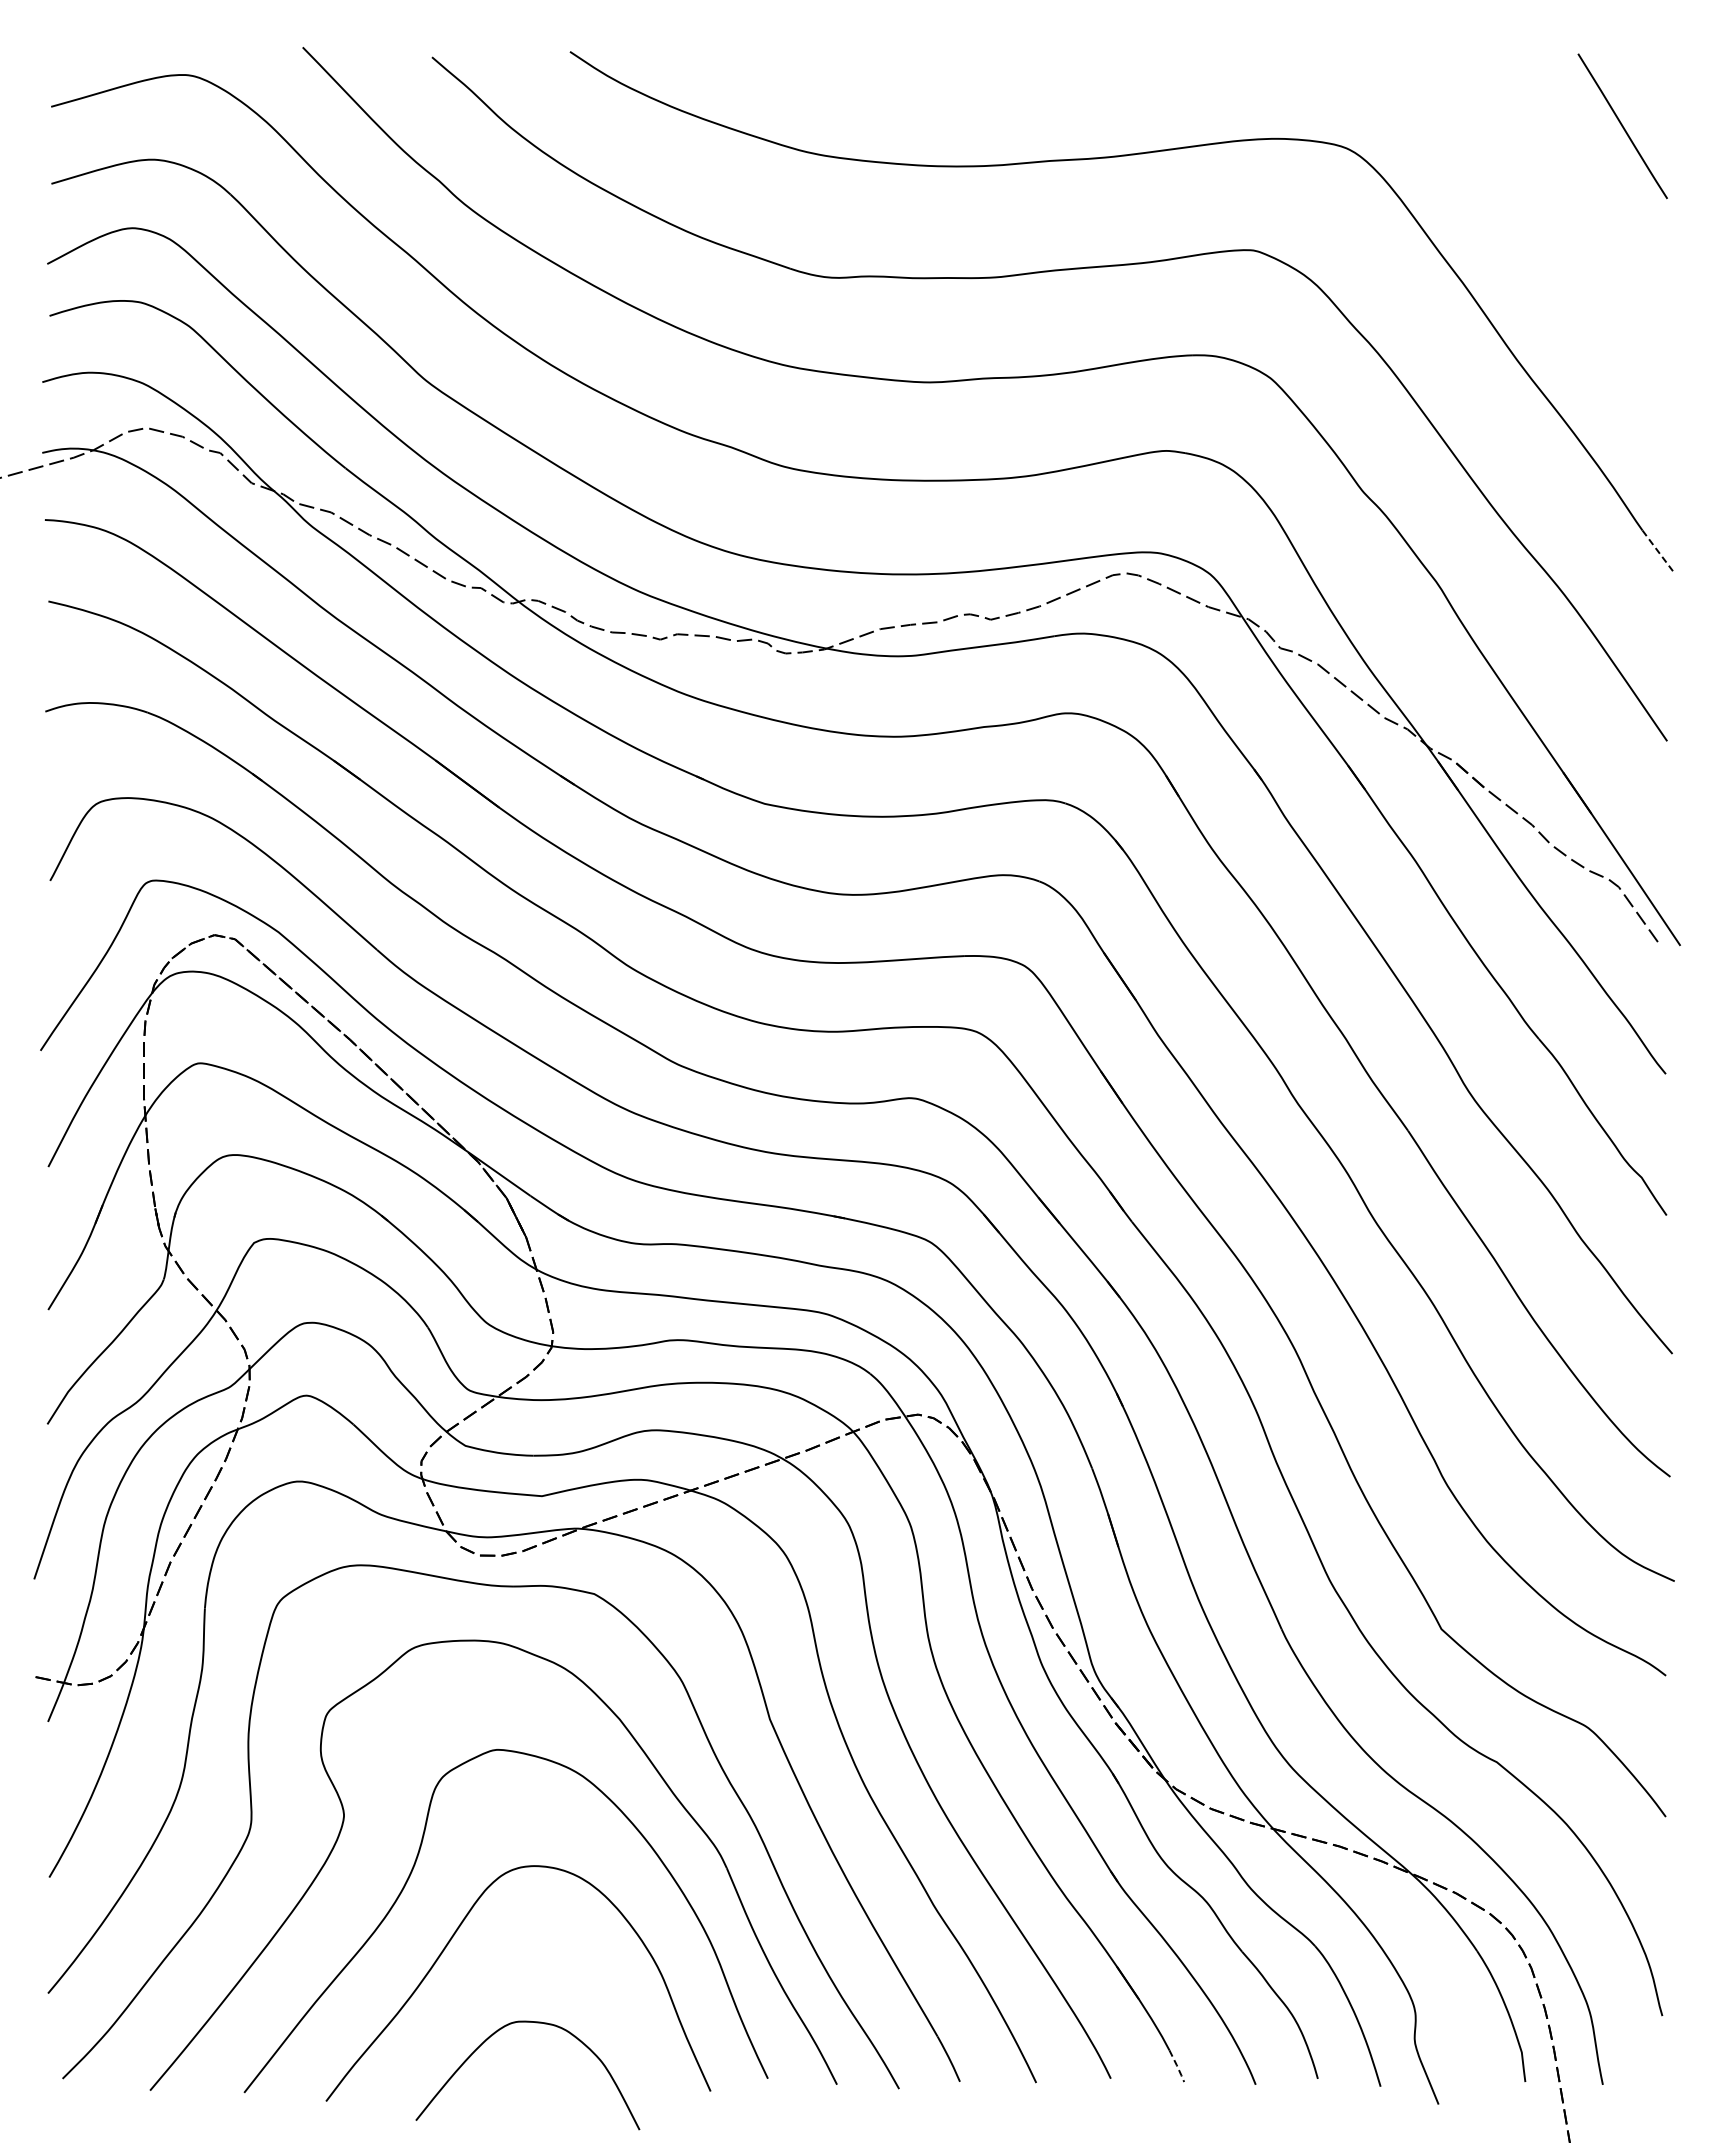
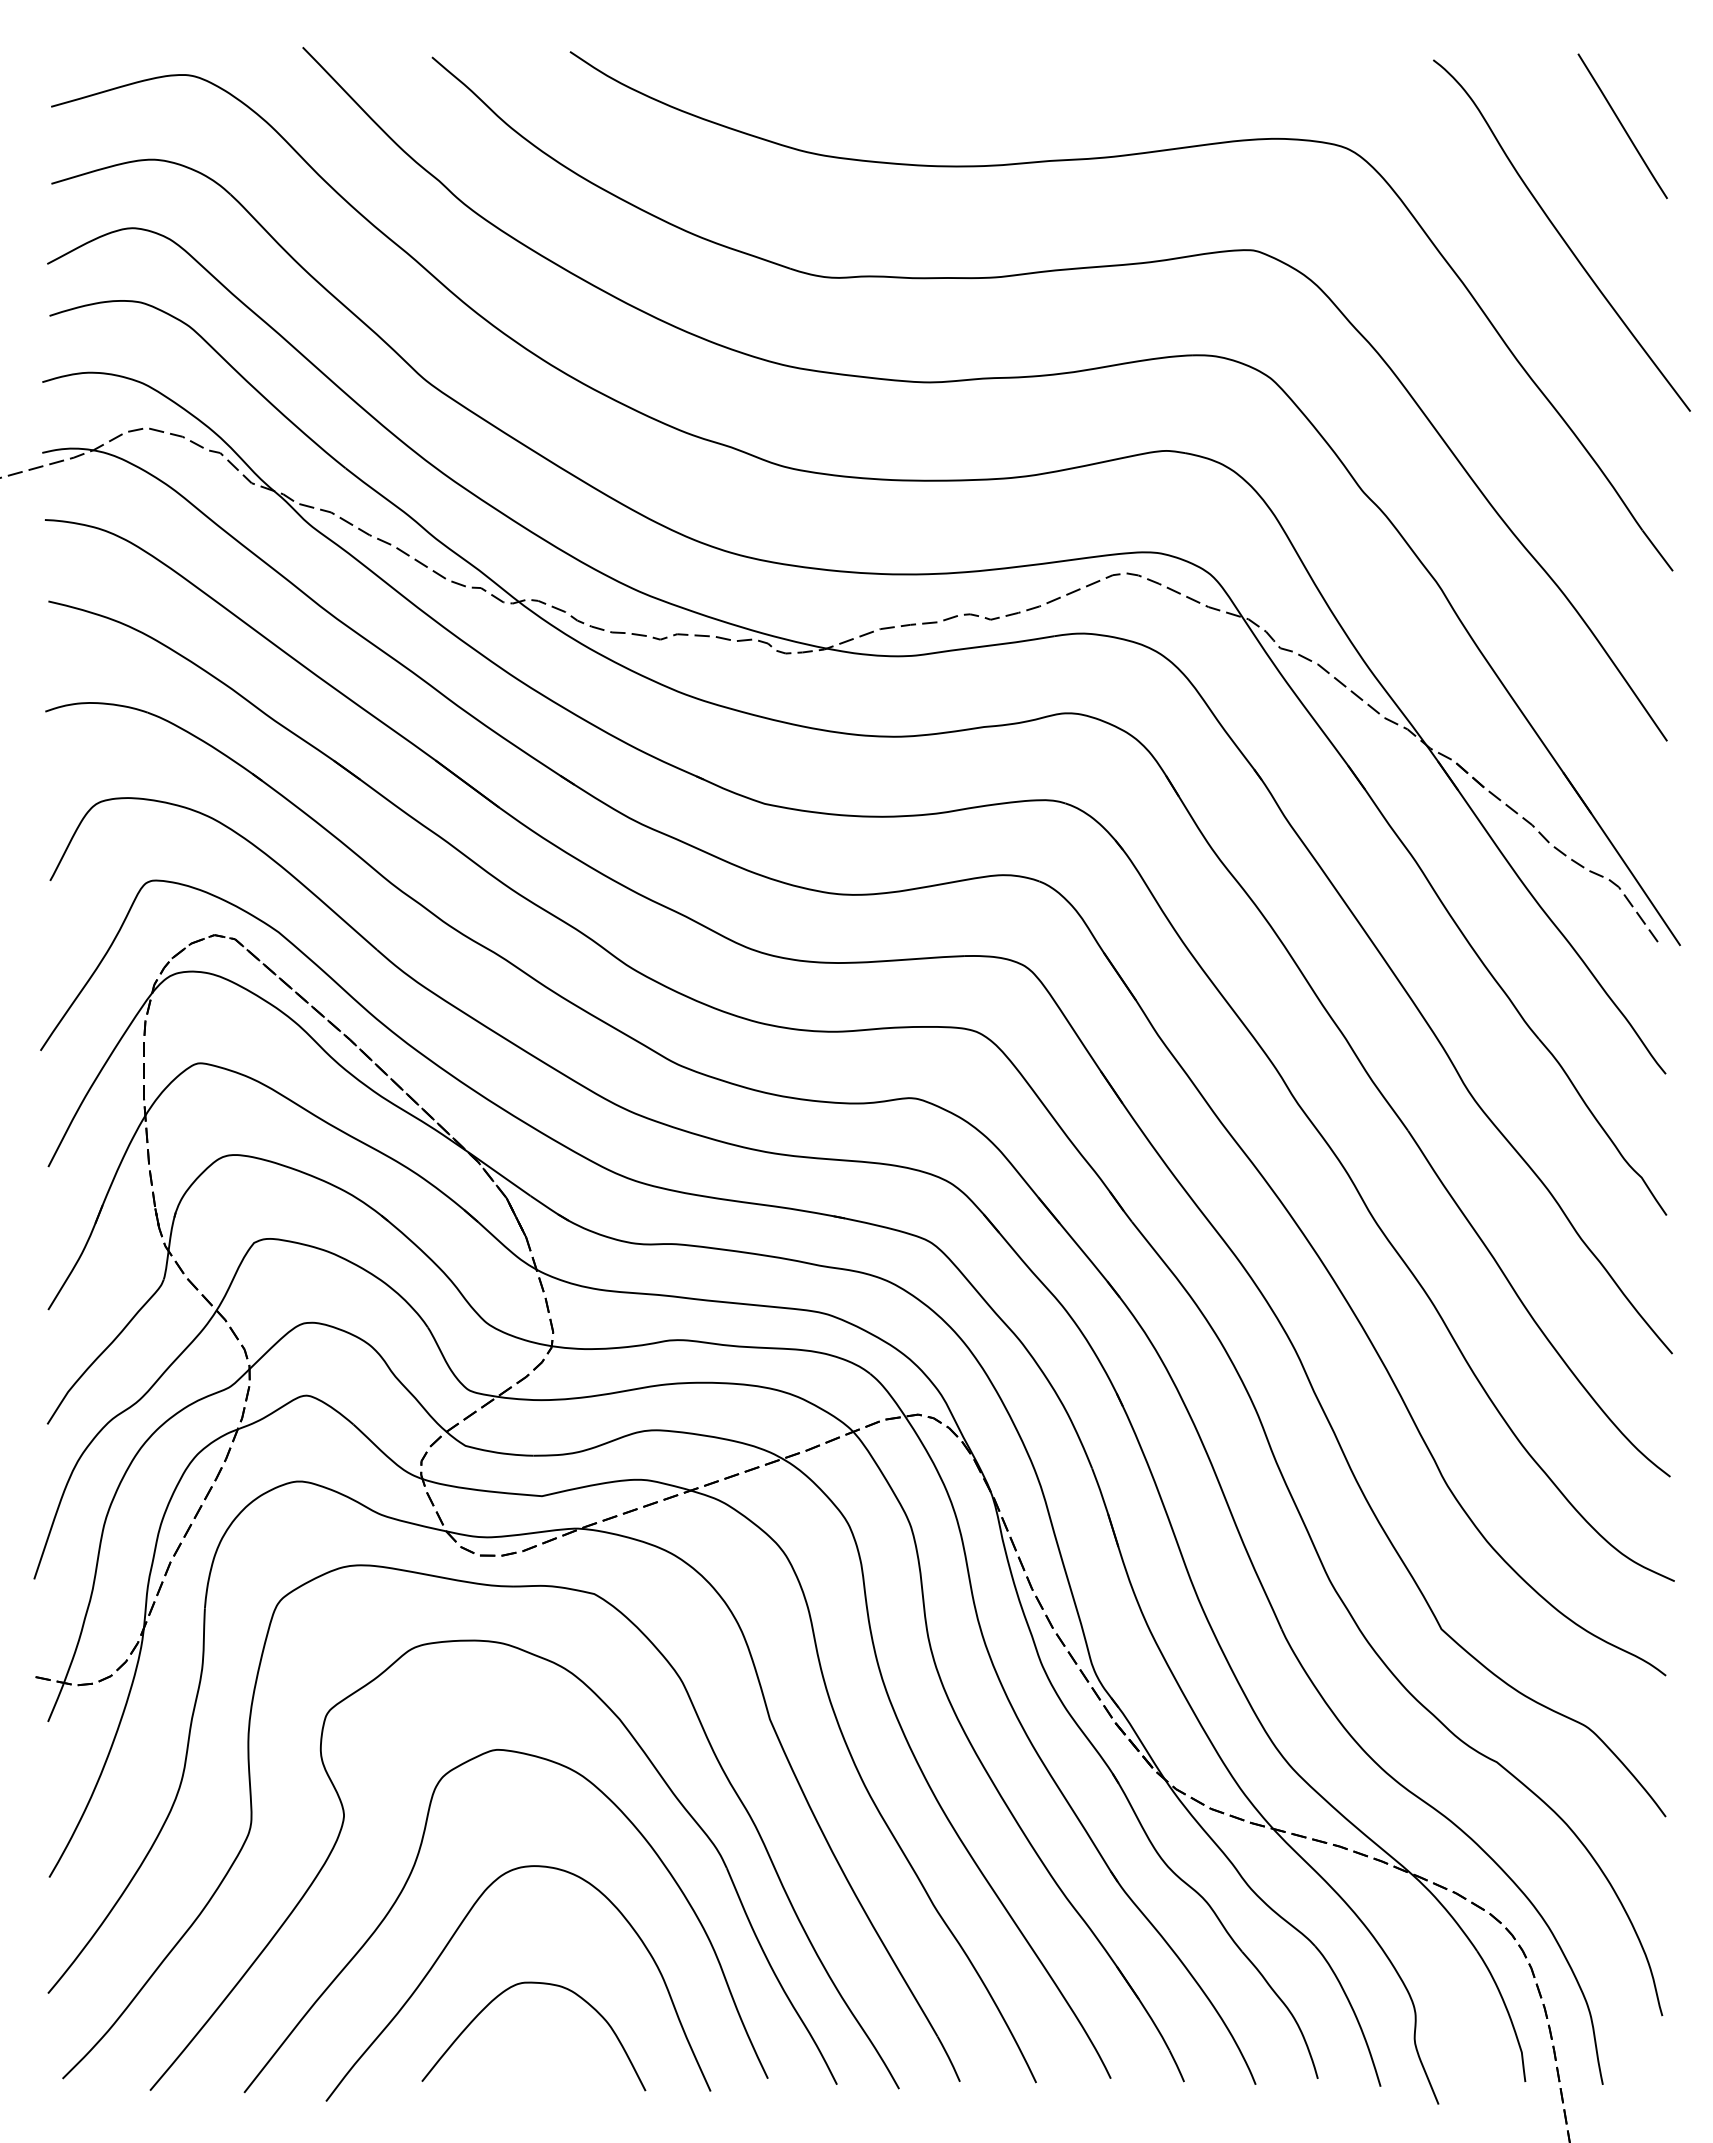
curve at (1561, 235): none -> present
line at (1657, 550): dashed -> solid
curve at (497, 2032) position: (497, 2032) -> (503, 1993)
line at (1177, 2066): dashed -> solid
